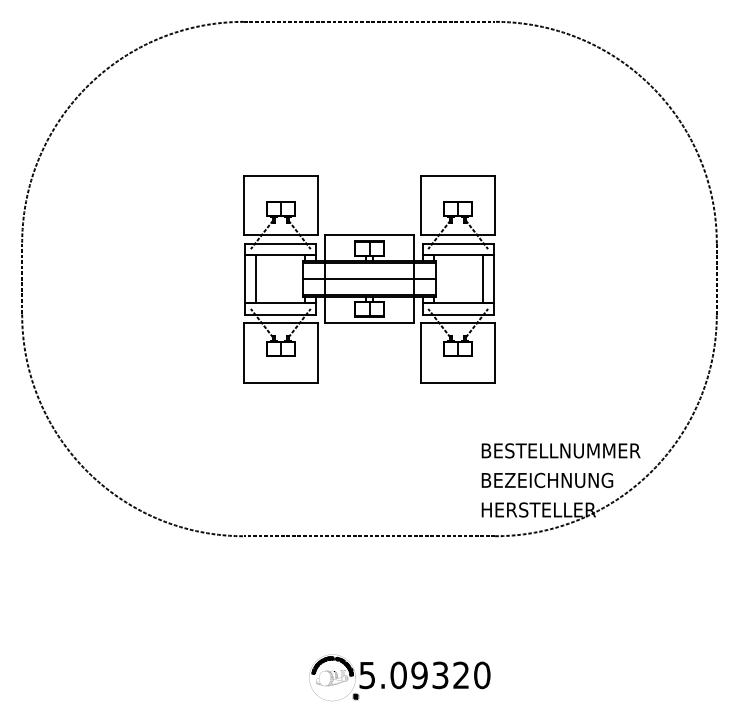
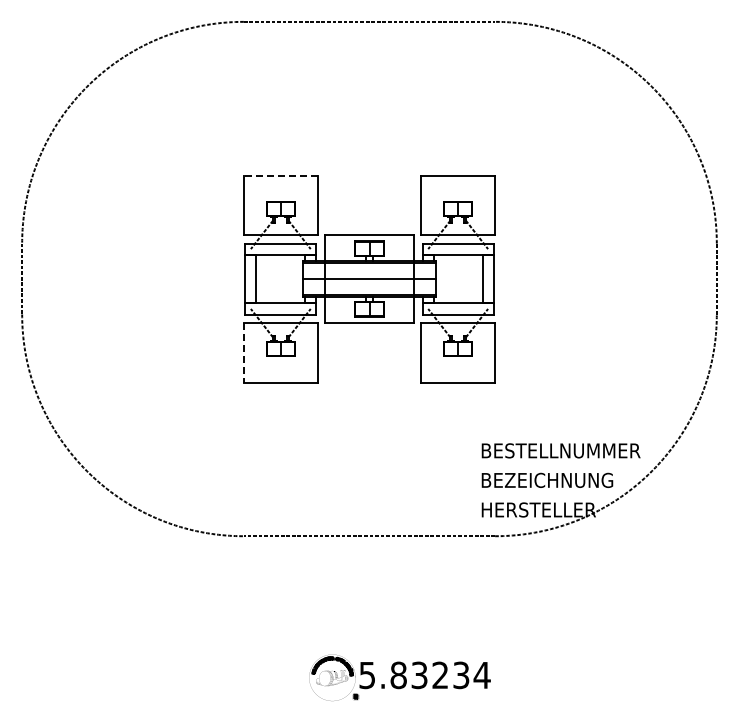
line at (280, 175): solid -> dashed
line at (243, 352): solid -> dashed
text at (440, 675): 5.09320 -> 5.83234
